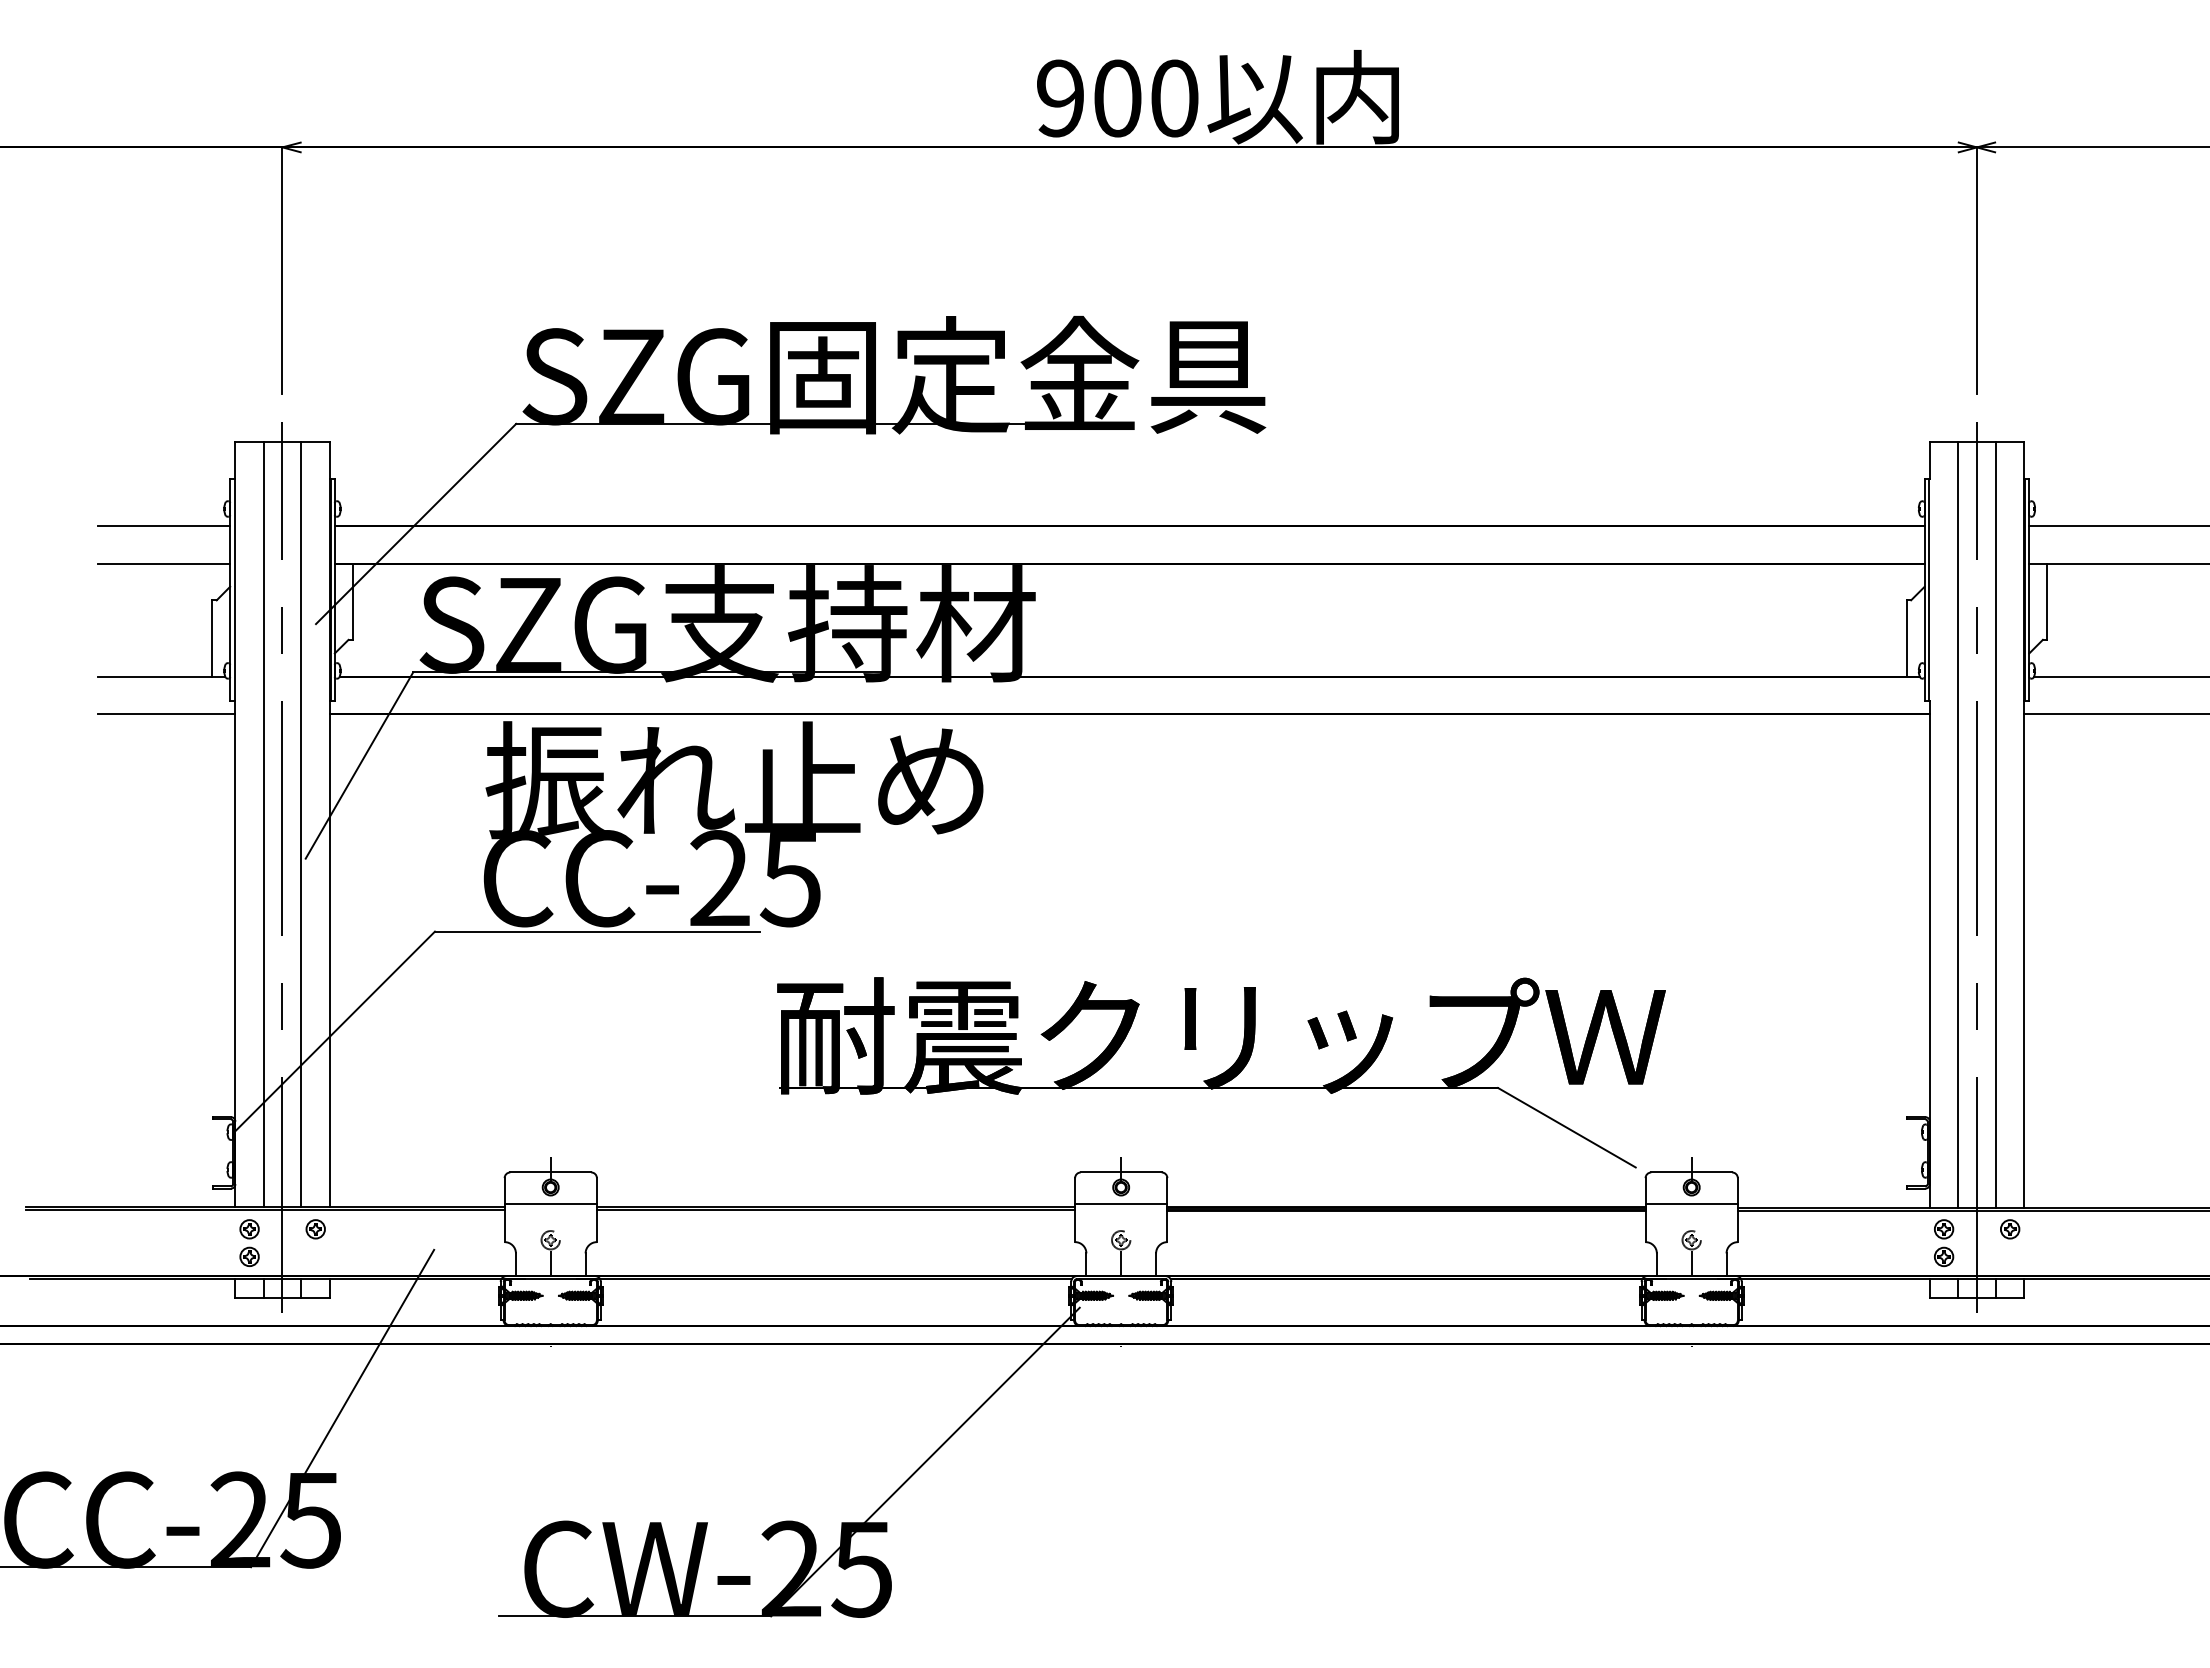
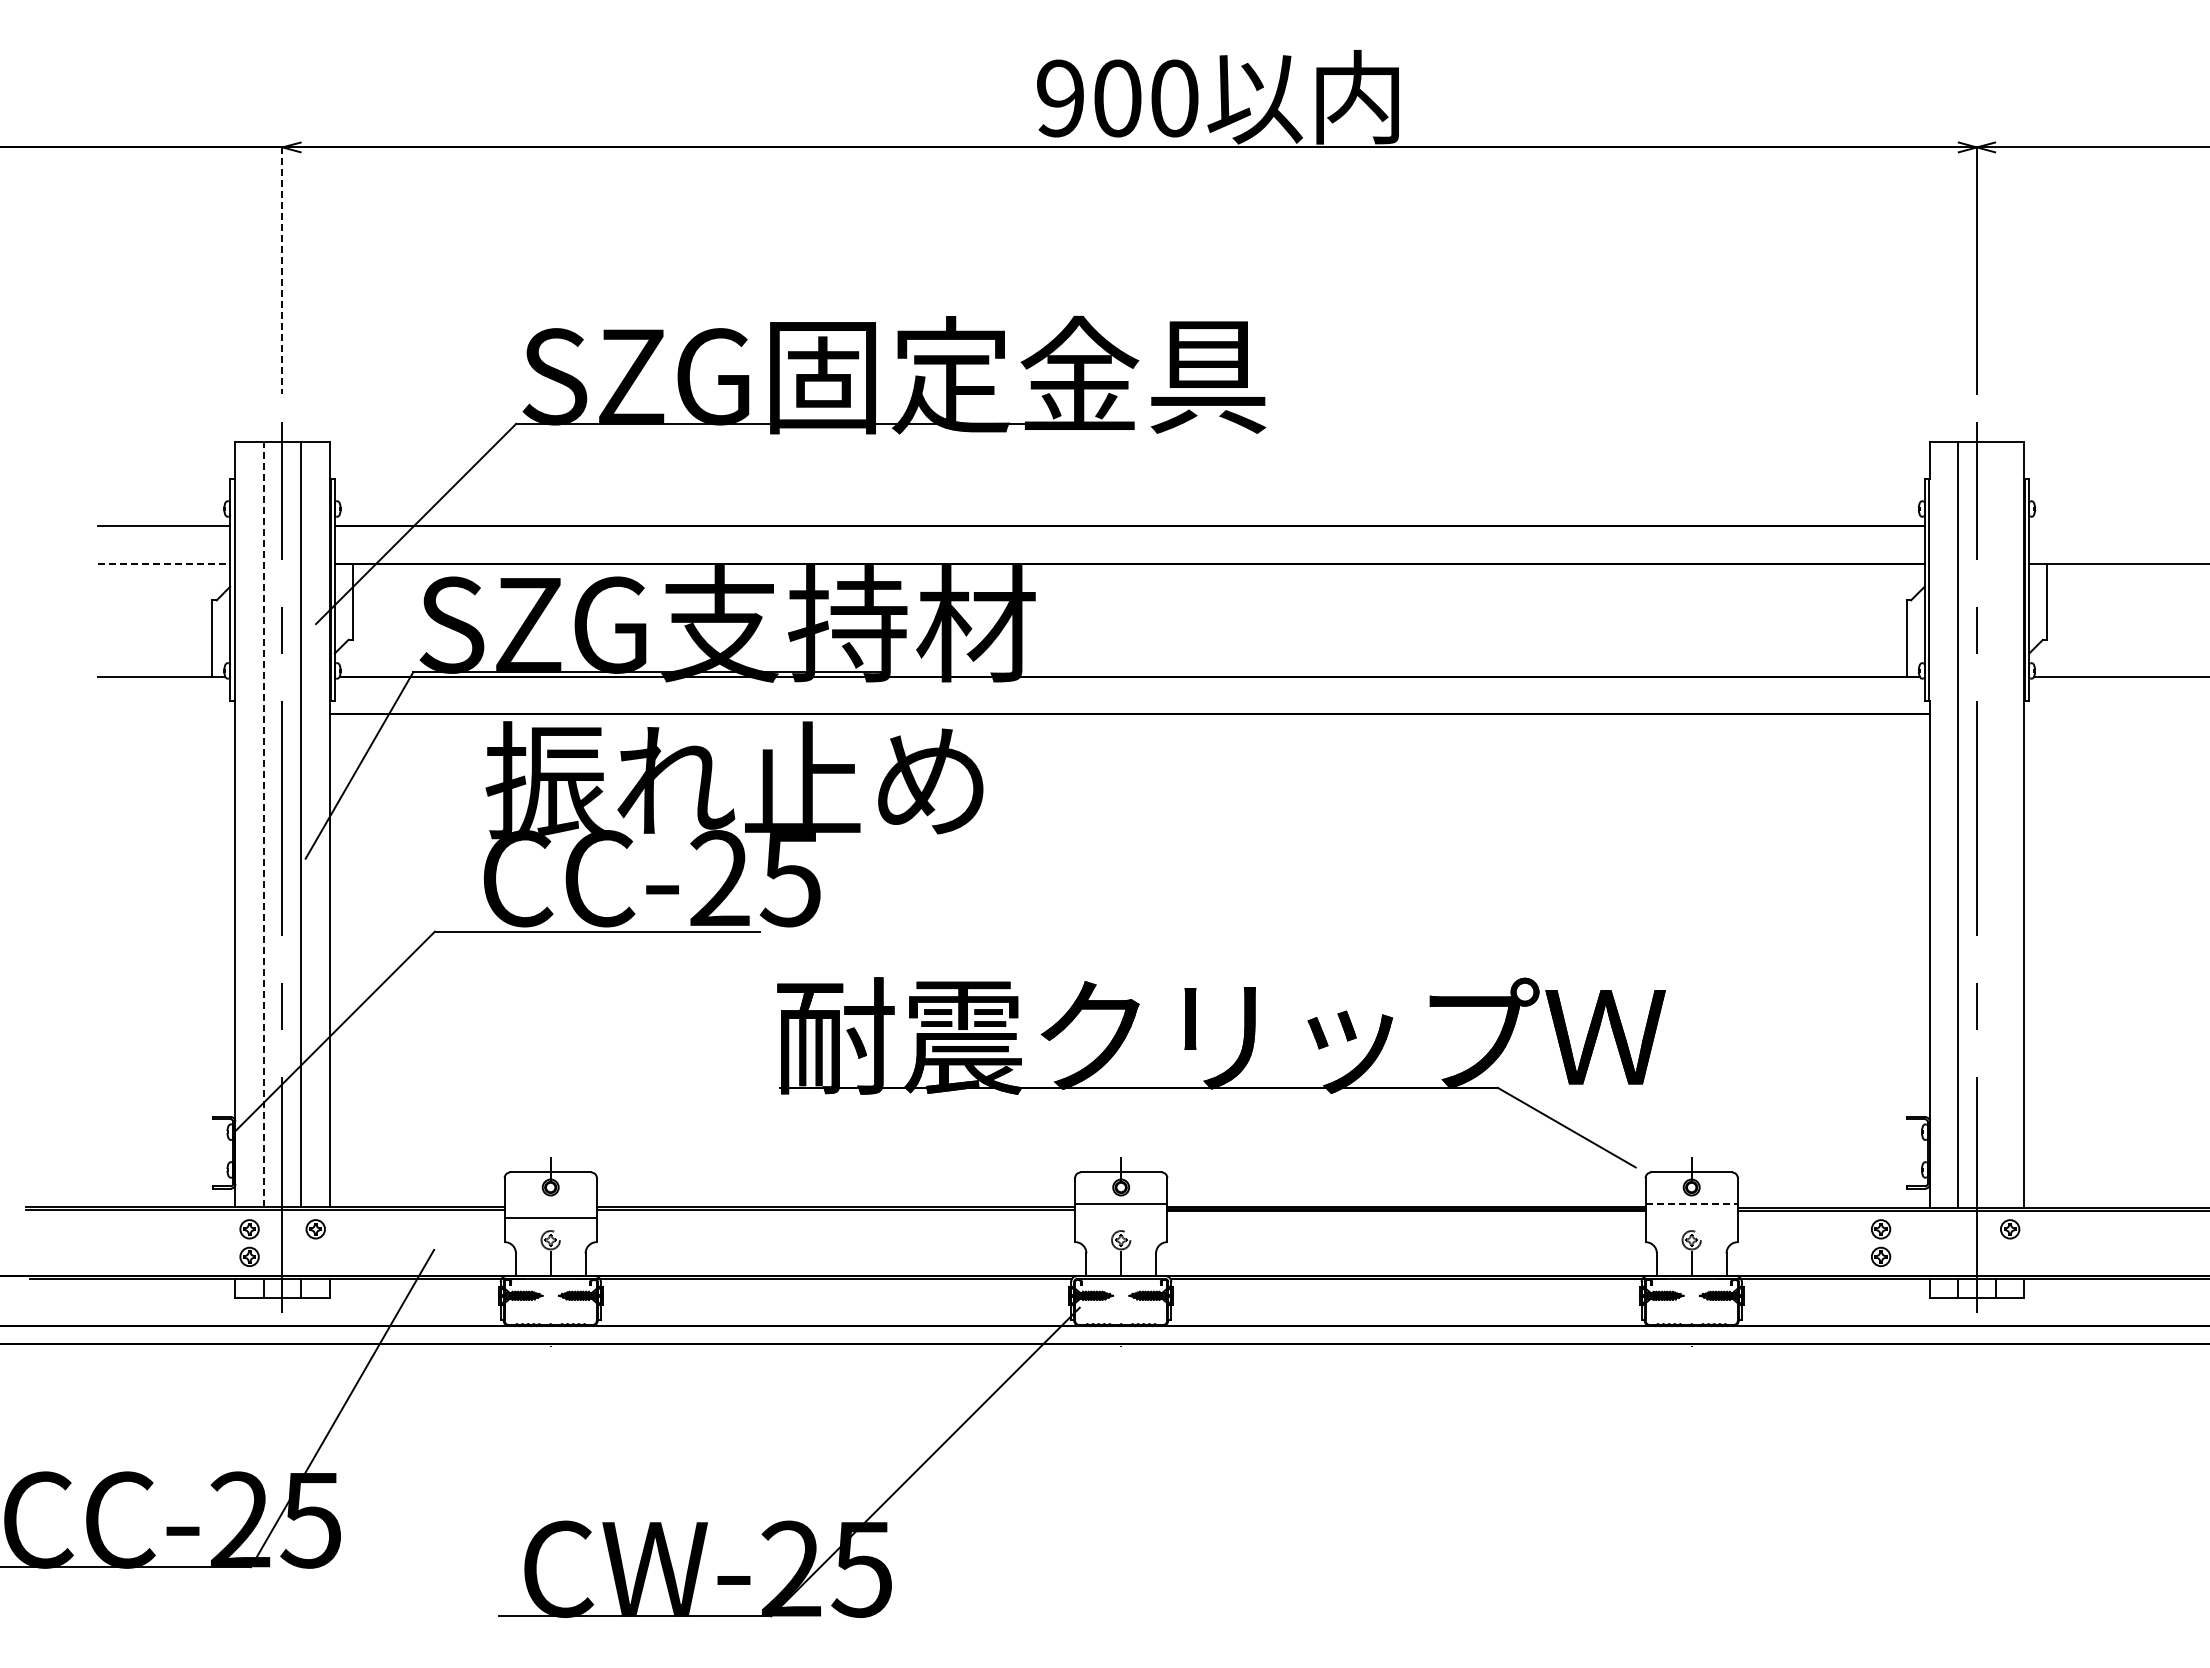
line at (282, 270): solid -> dashed
line at (2117, 525): present -> none
line at (164, 563): solid -> dashed
line at (166, 714): present -> none
line at (2115, 714): present -> none
line at (263, 824): solid -> dashed
line at (1995, 824): present -> none
line at (550, 1204) position: (550, 1204) -> (550, 1218)
line at (1692, 1204): solid -> dashed
part at (1944, 1243) position: (1944, 1243) -> (1881, 1243)
